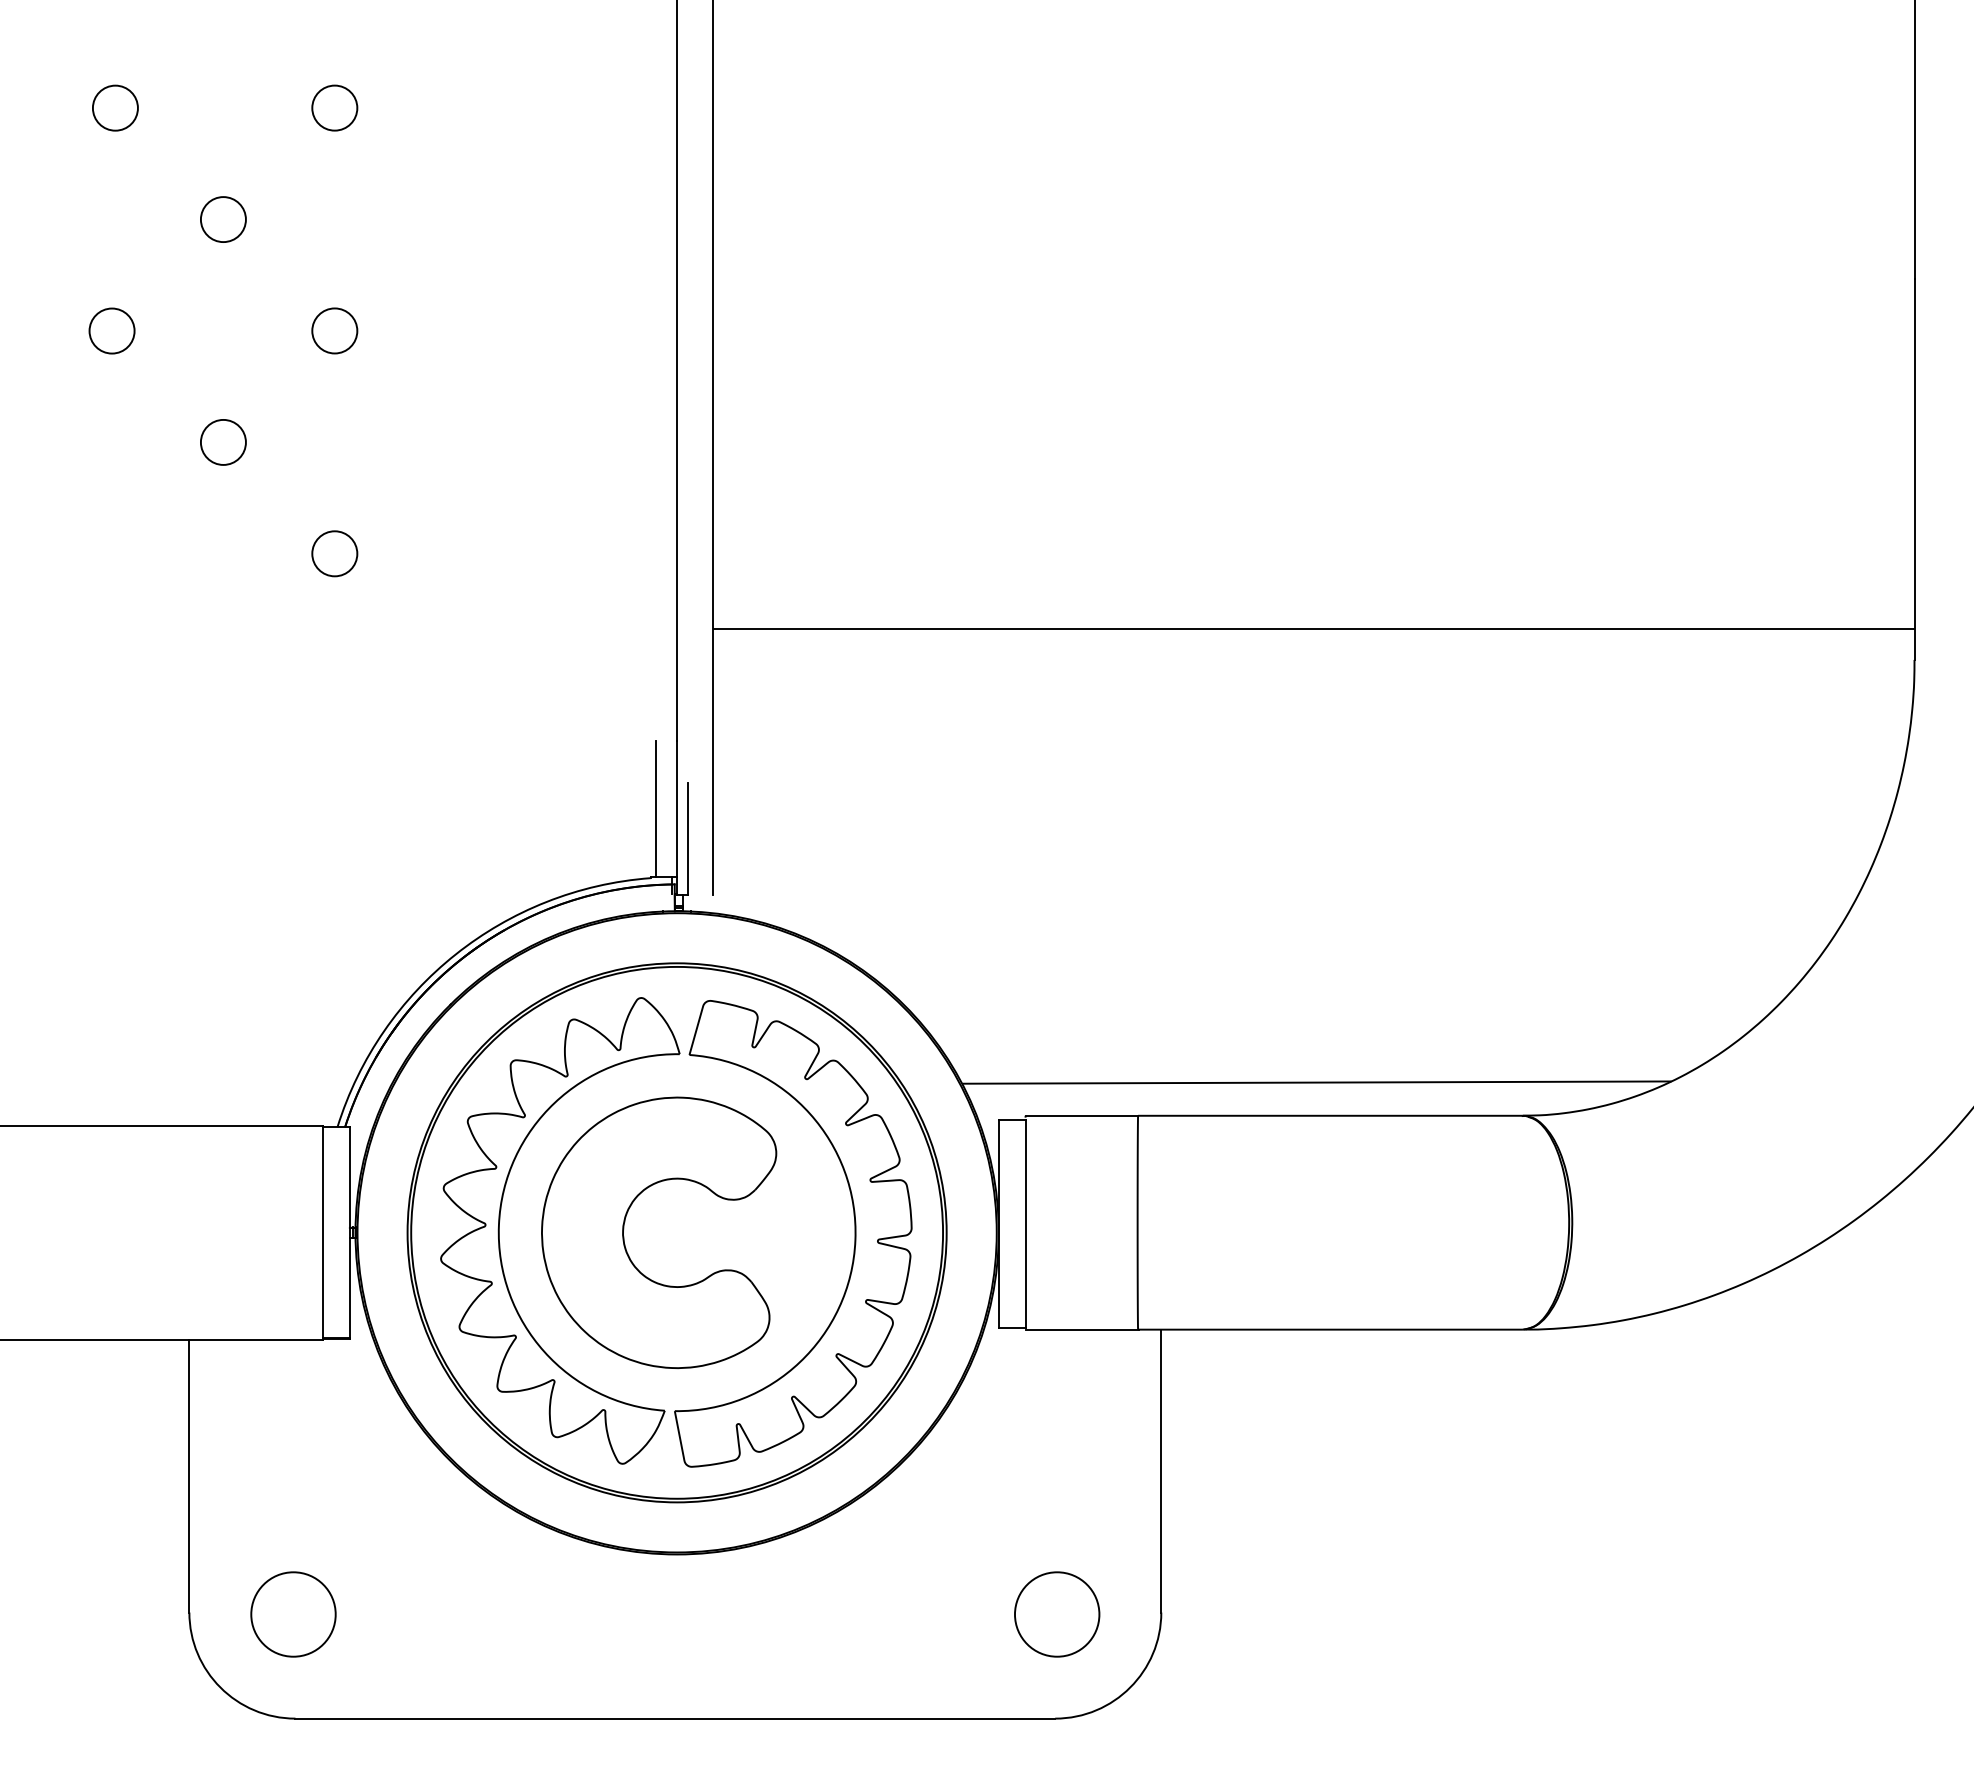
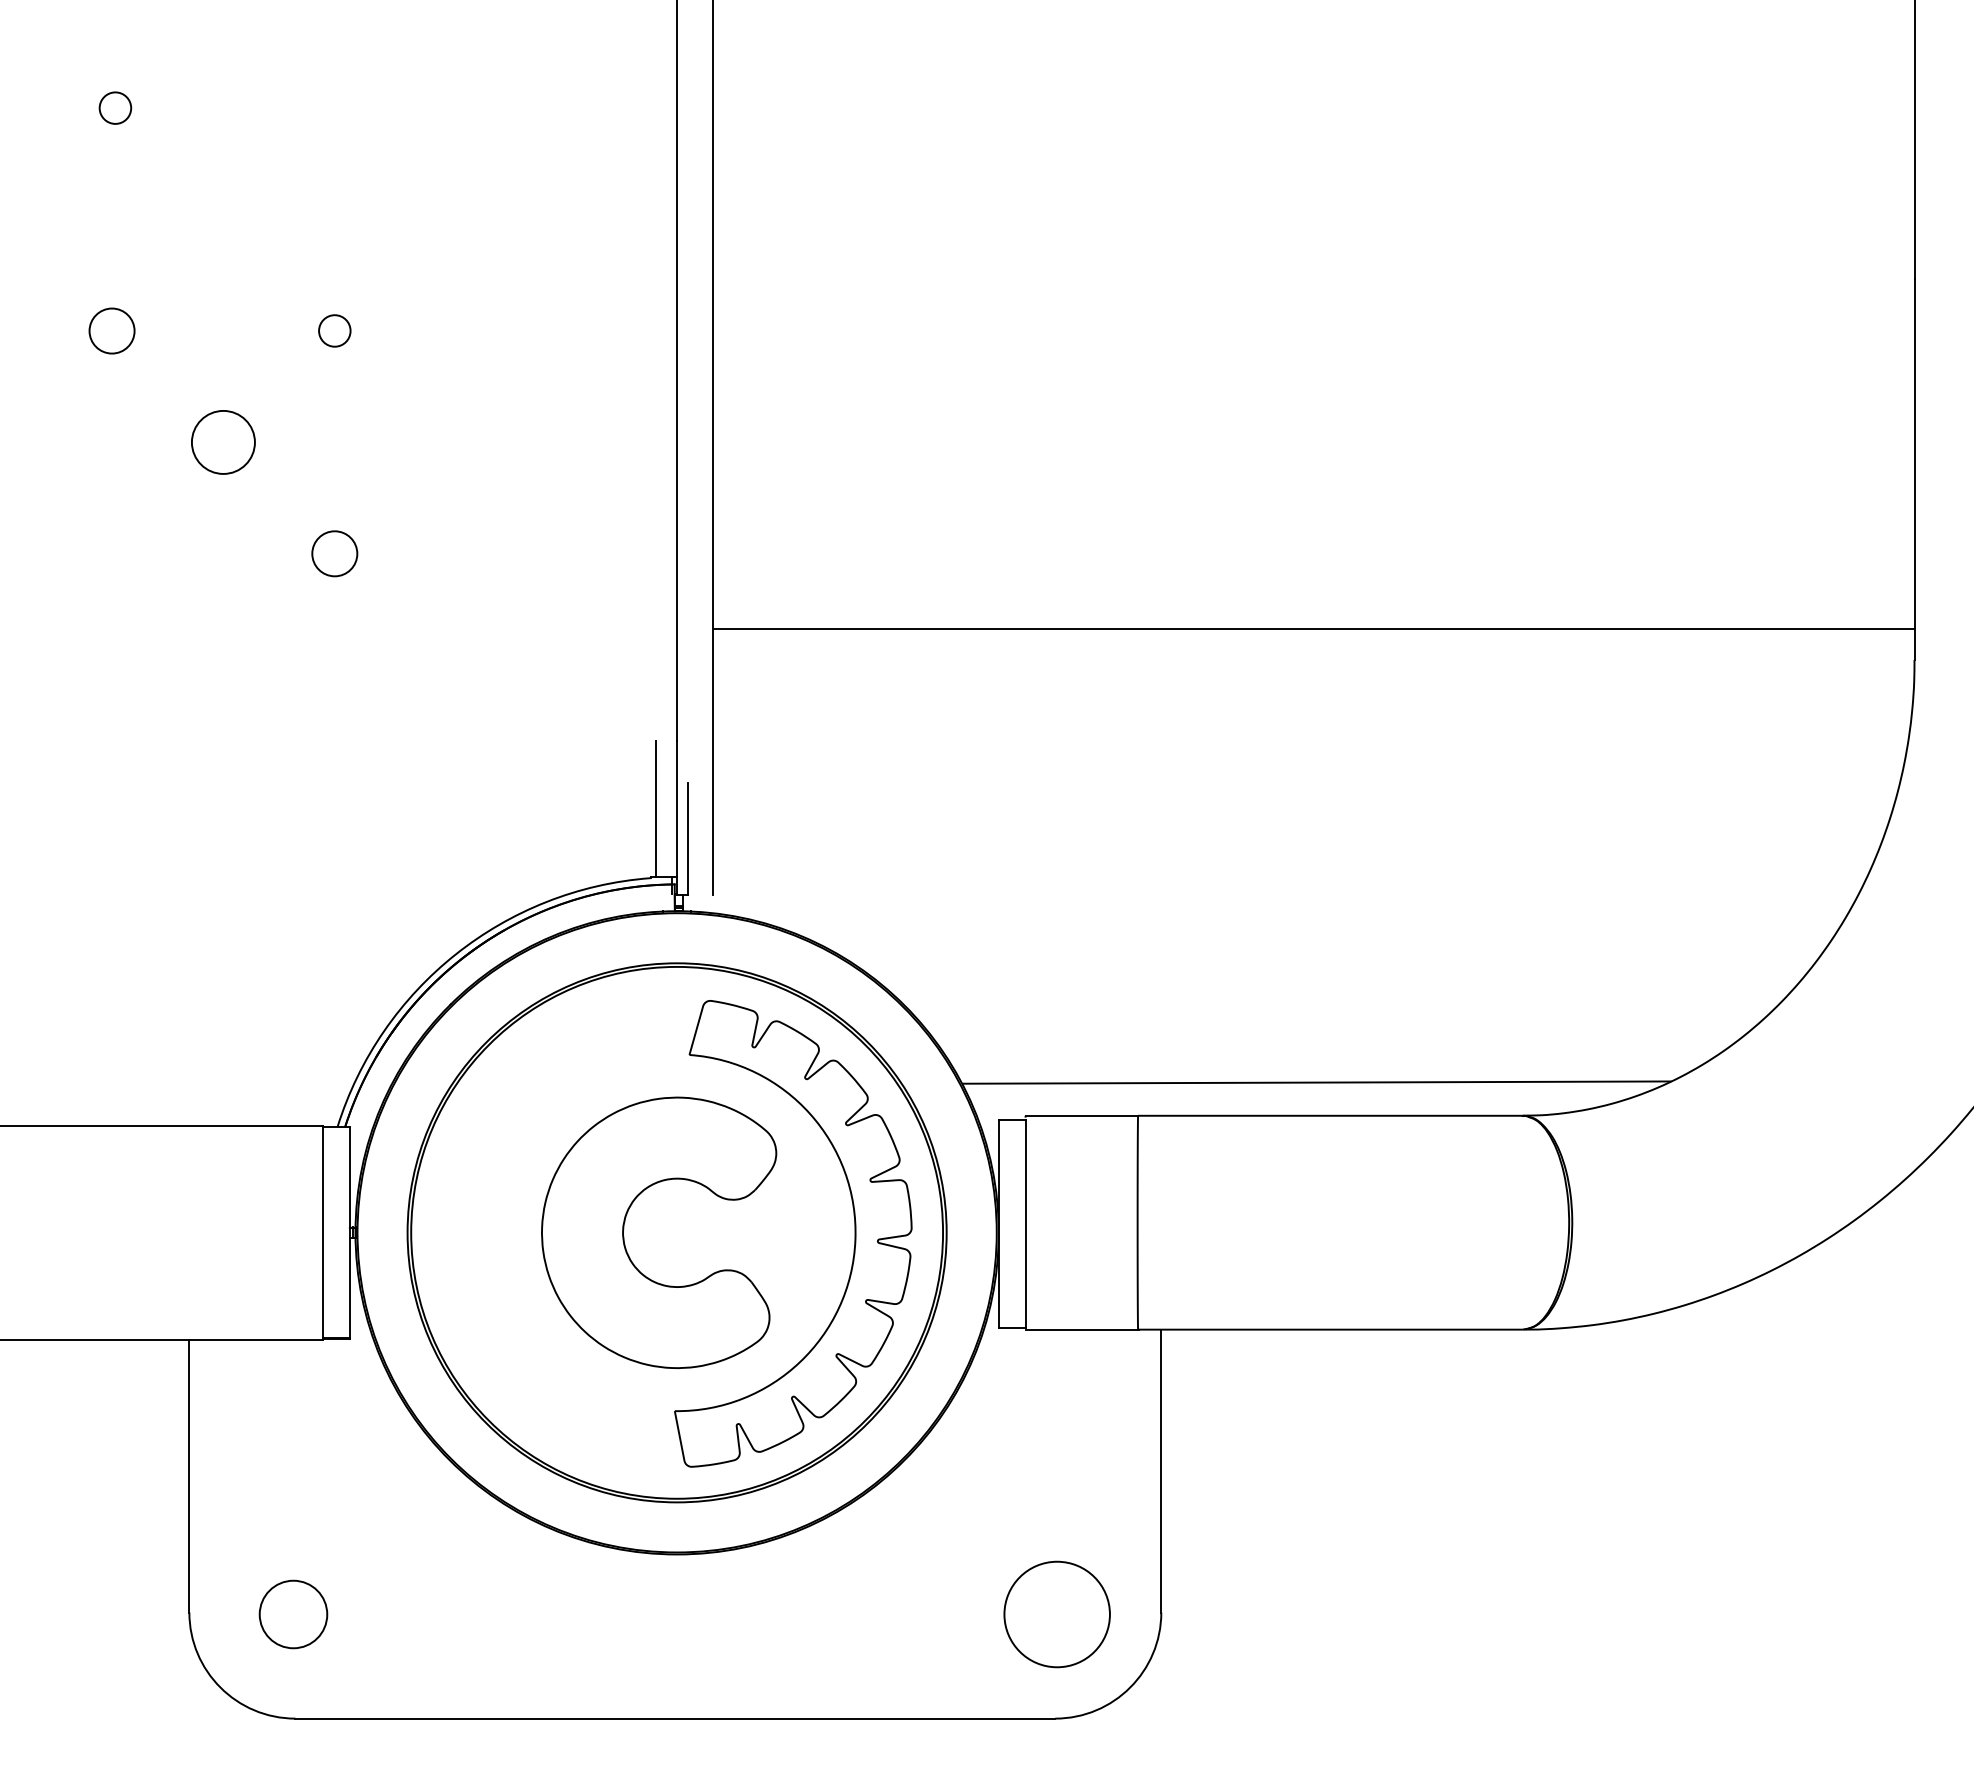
circle at (114, 107) diameter: 45 px -> 32 px
circle at (334, 107): present -> none
circle at (223, 219): present -> none
circle at (334, 330) diameter: 45 px -> 32 px
circle at (222, 441) diameter: 45 px -> 63 px
part at (500, 1220): present -> none
circle at (293, 1614) diameter: 84 px -> 68 px
circle at (1057, 1614) diameter: 84 px -> 106 px
